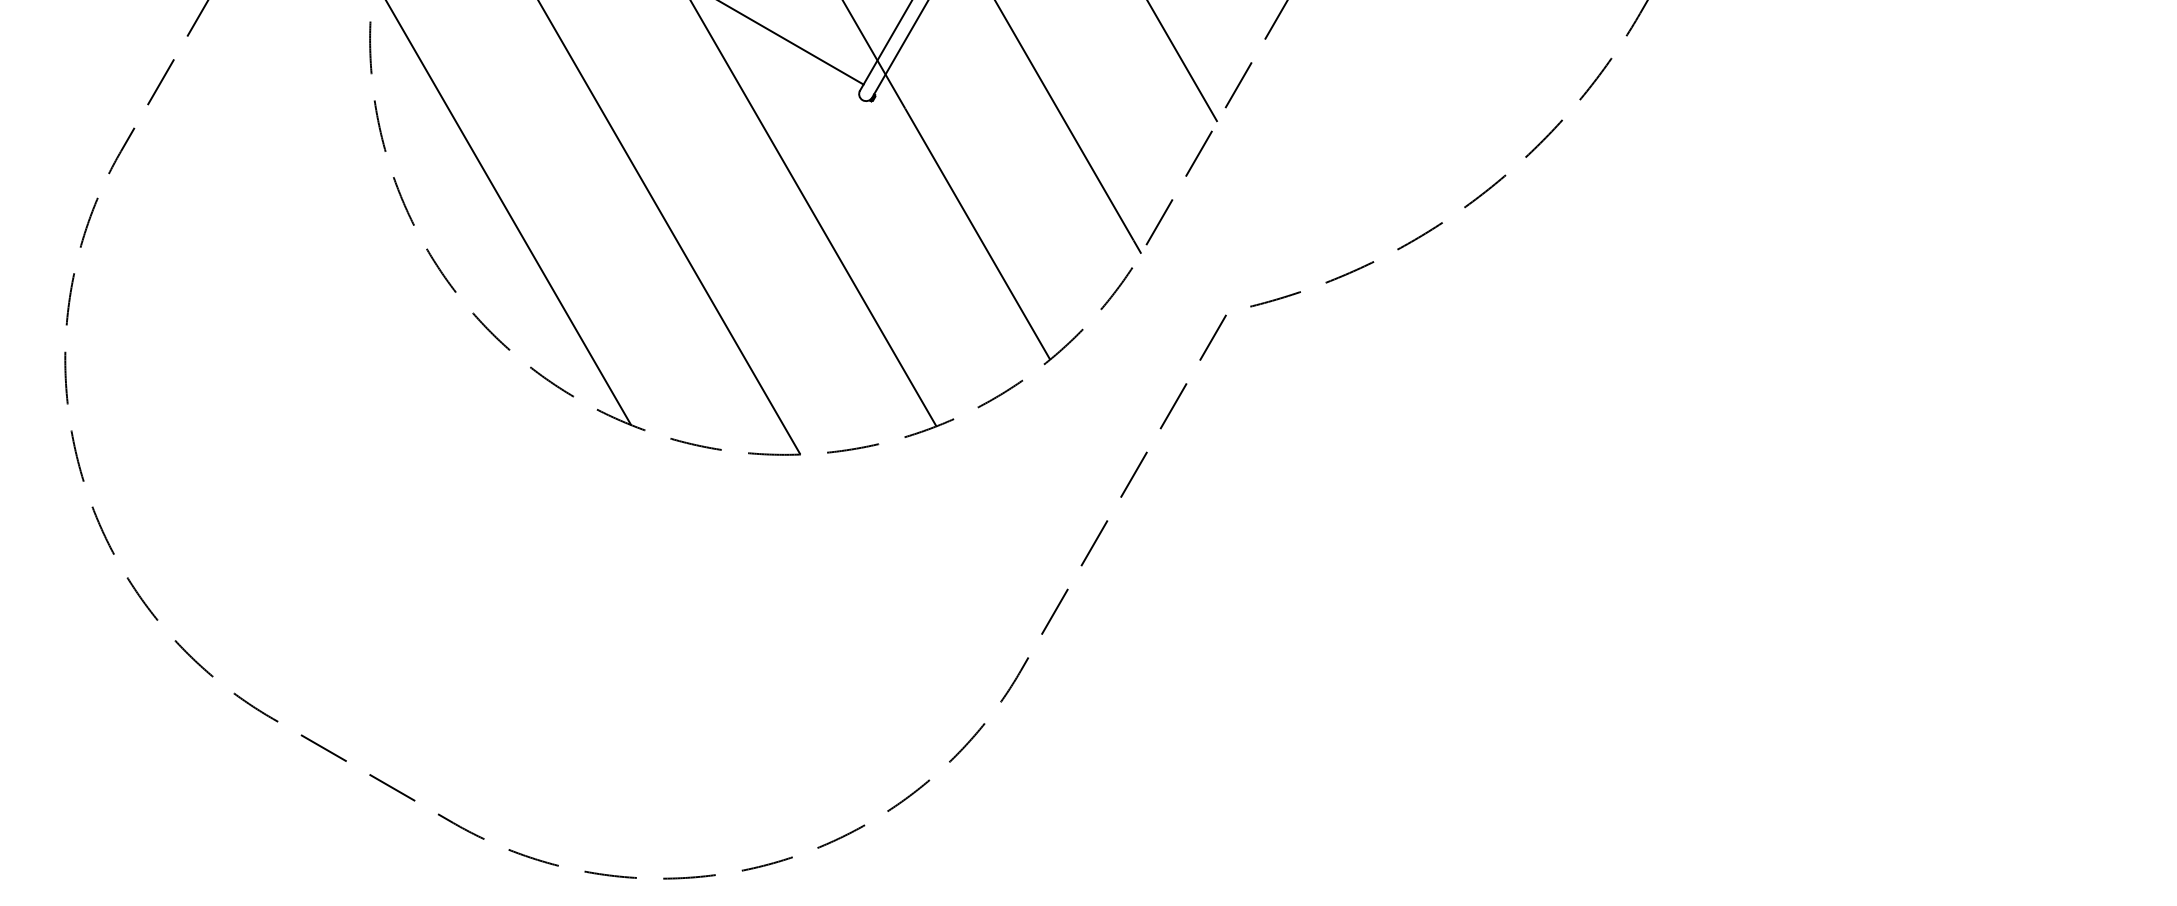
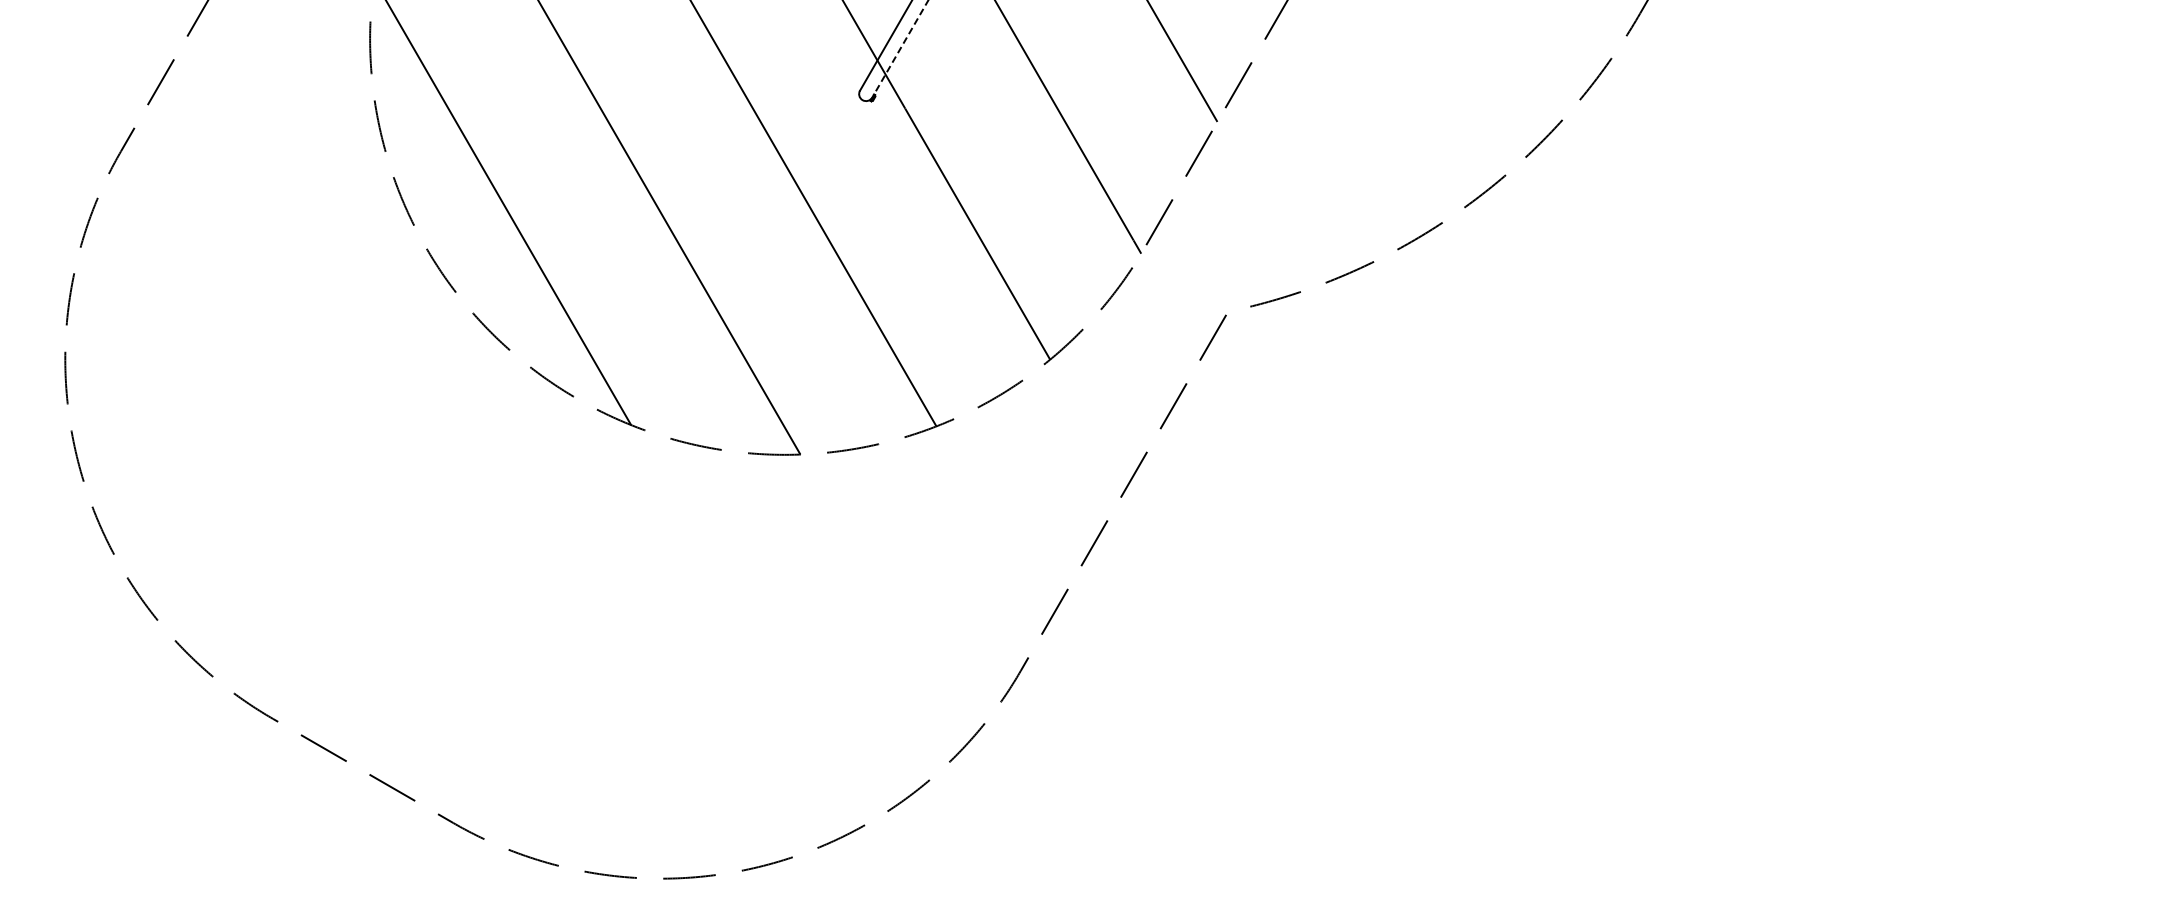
line at (792, 43): present -> none
line at (899, 50): solid -> dashed
